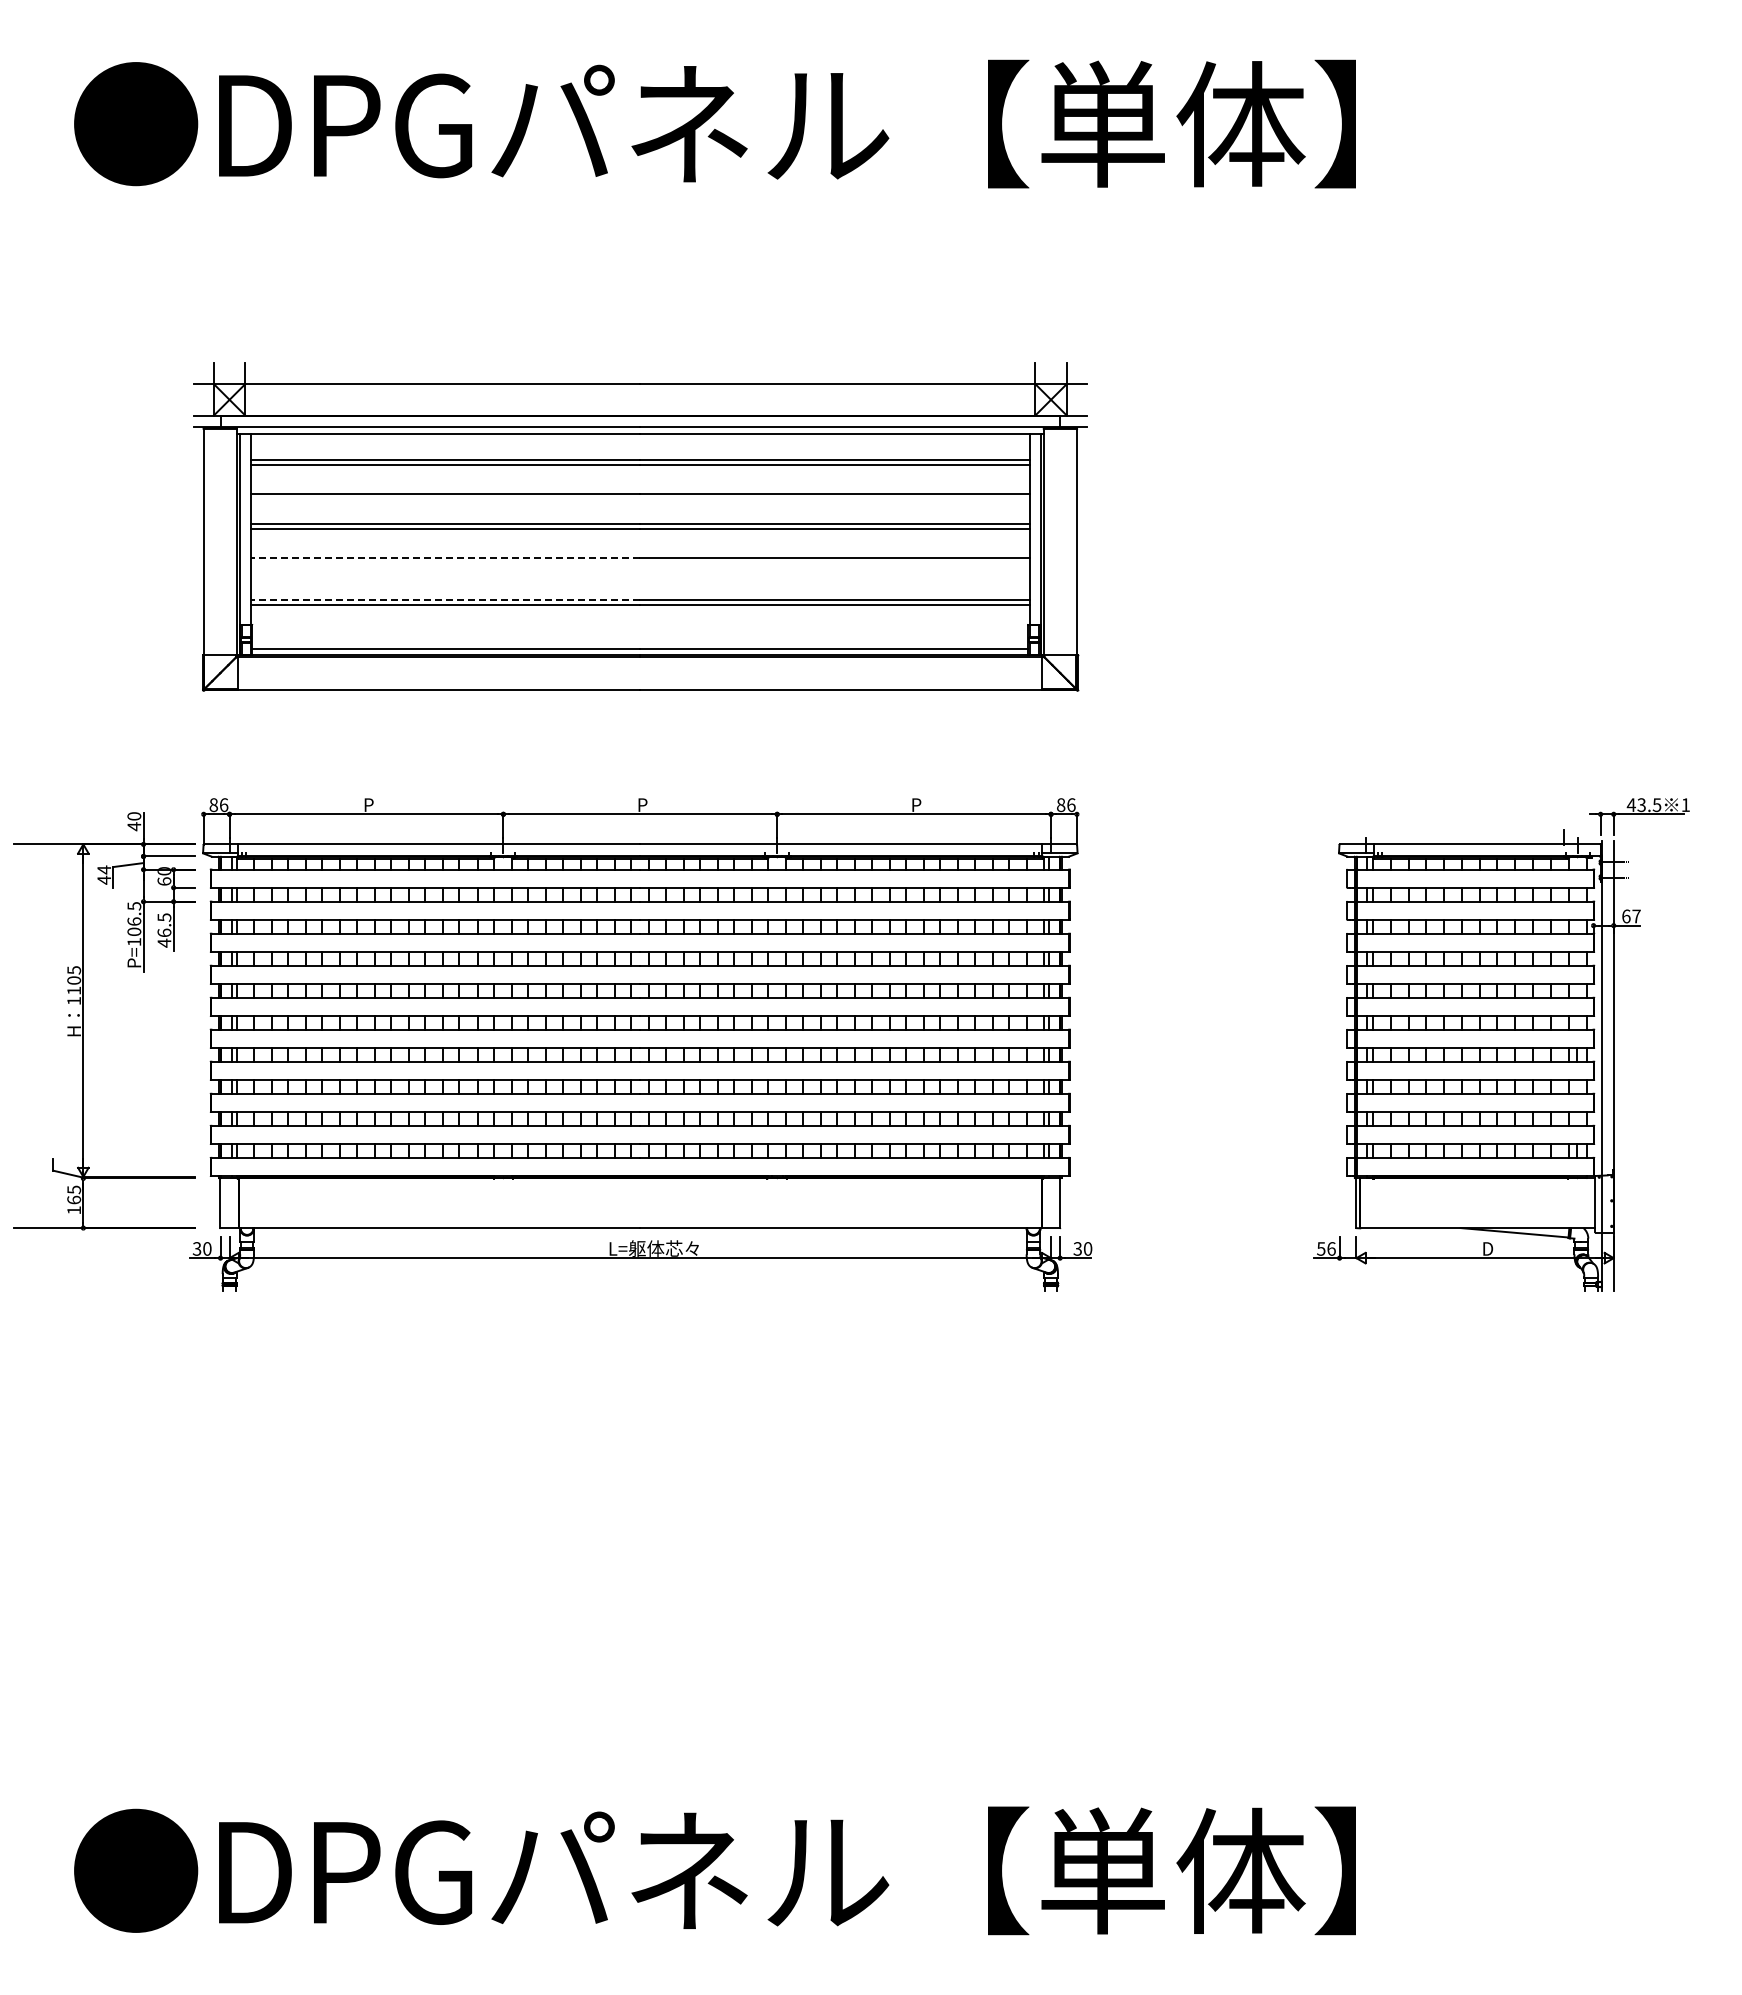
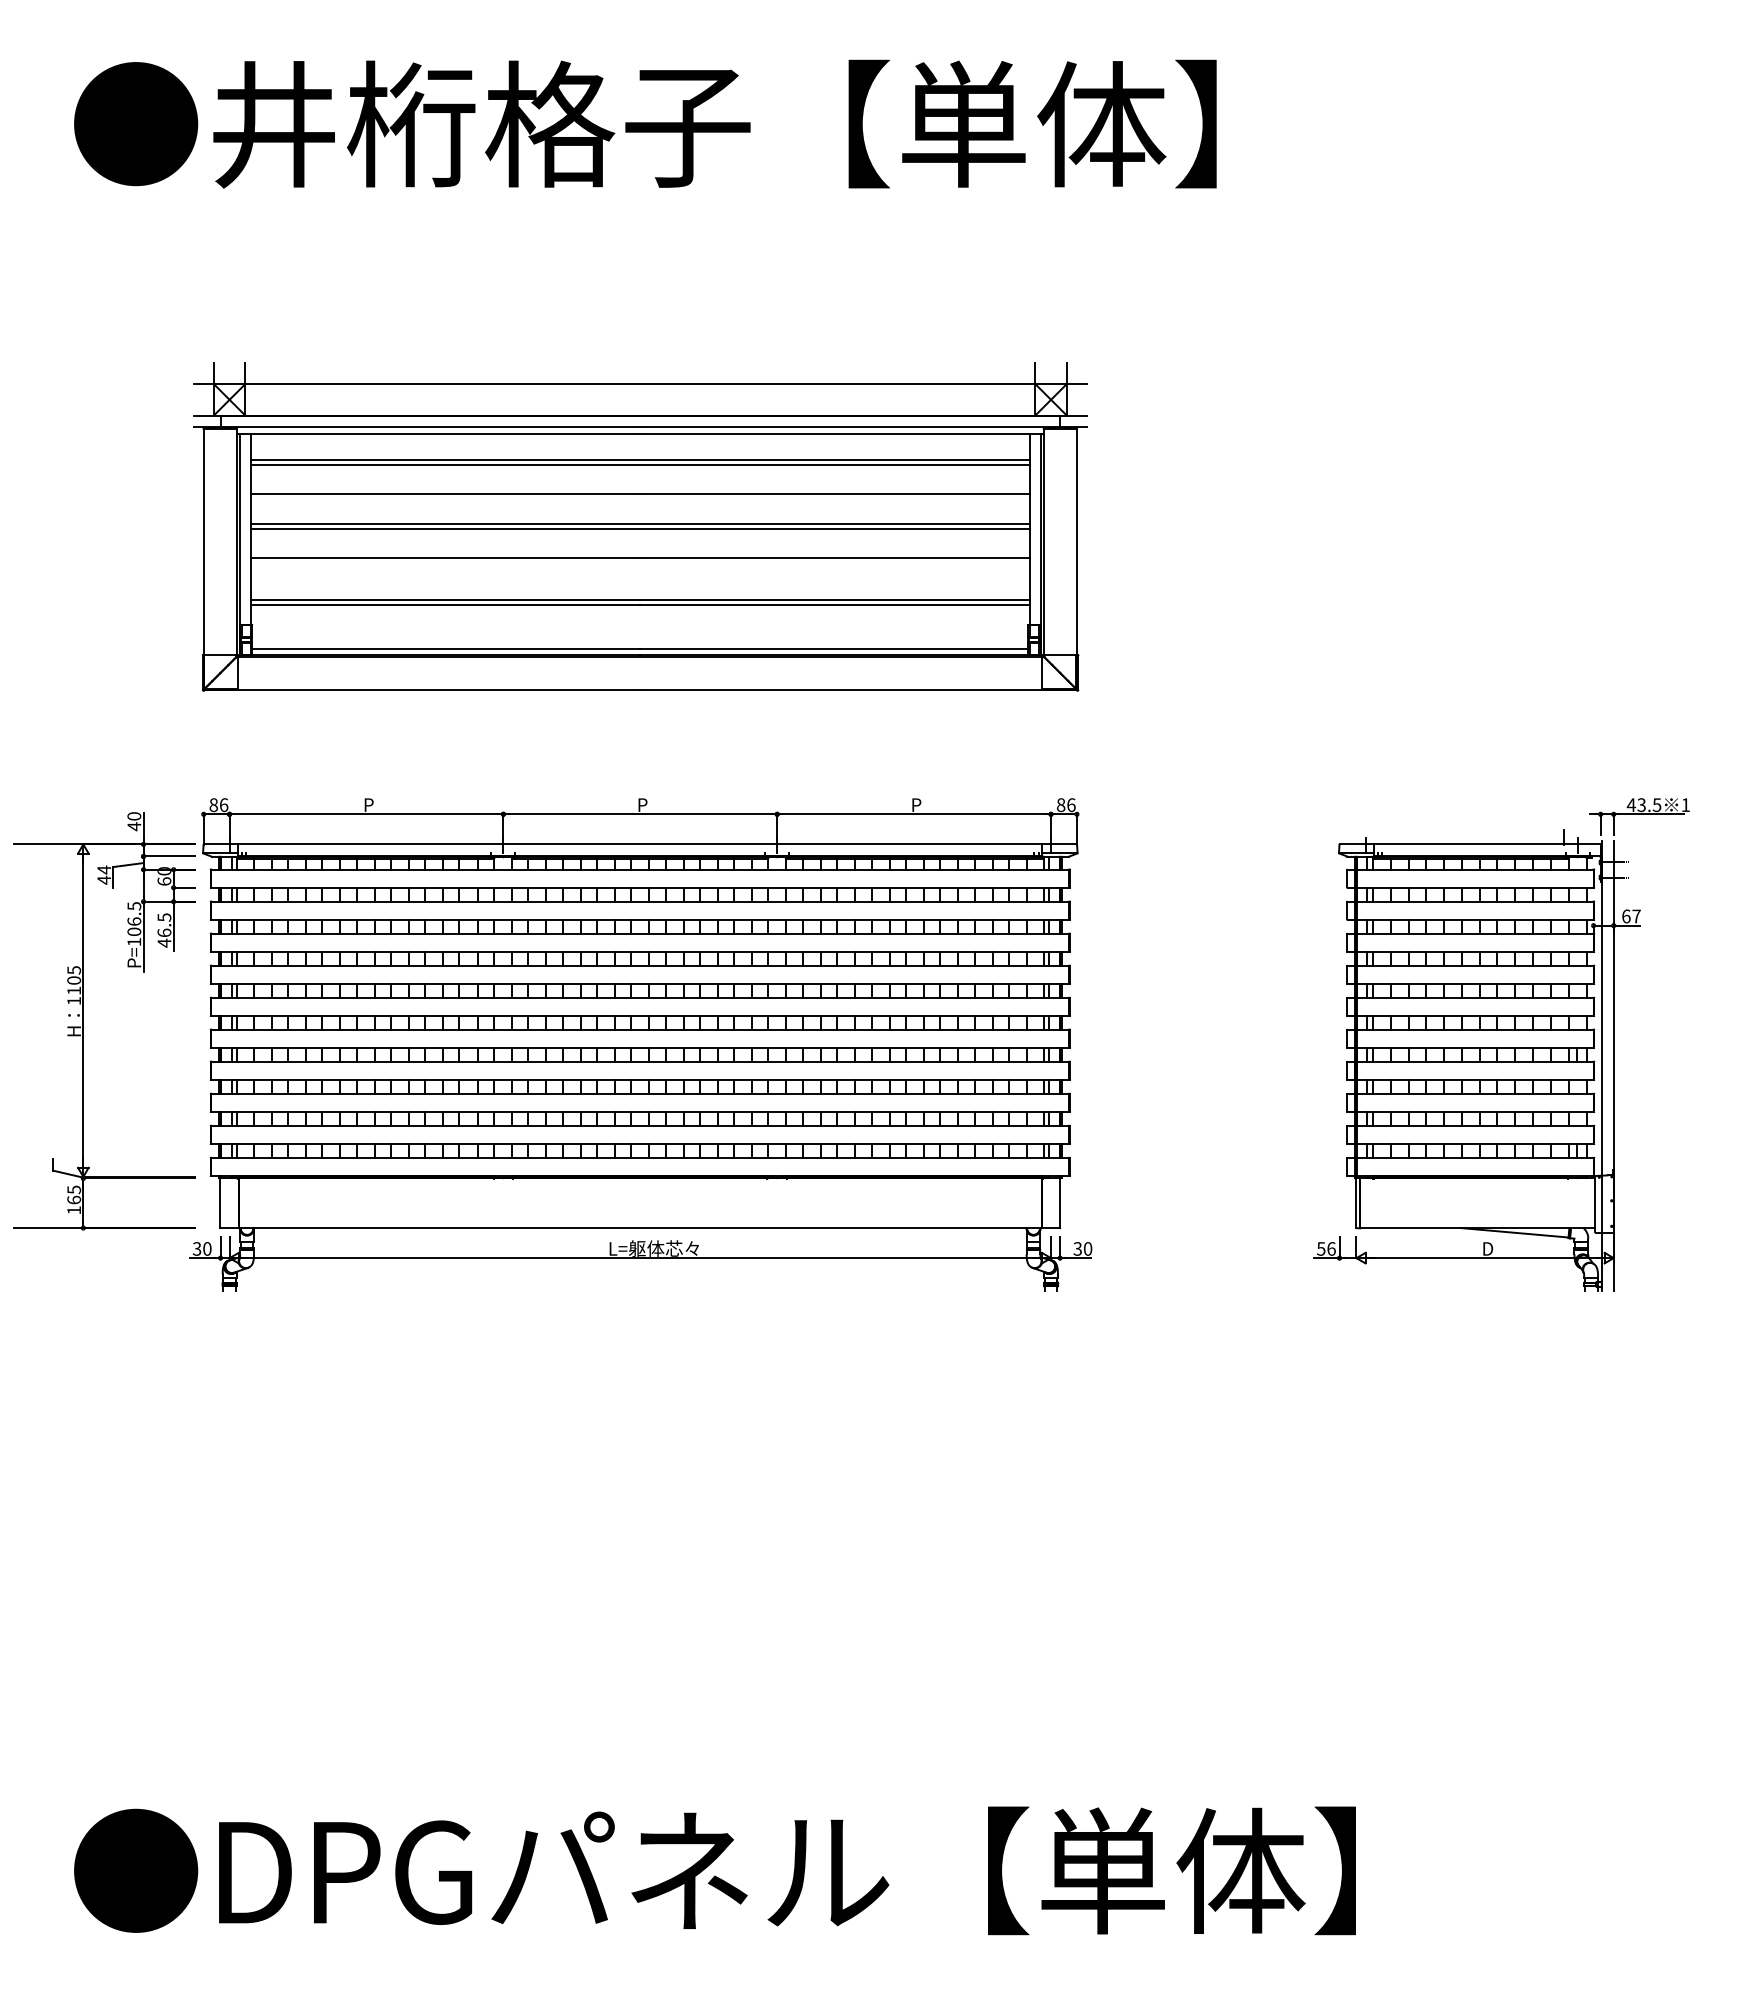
text at (784, 123): ●DPGパネル【単体】 -> ●井桁格子【単体】
line at (445, 558): dashed -> solid
line at (445, 600): dashed -> solid
